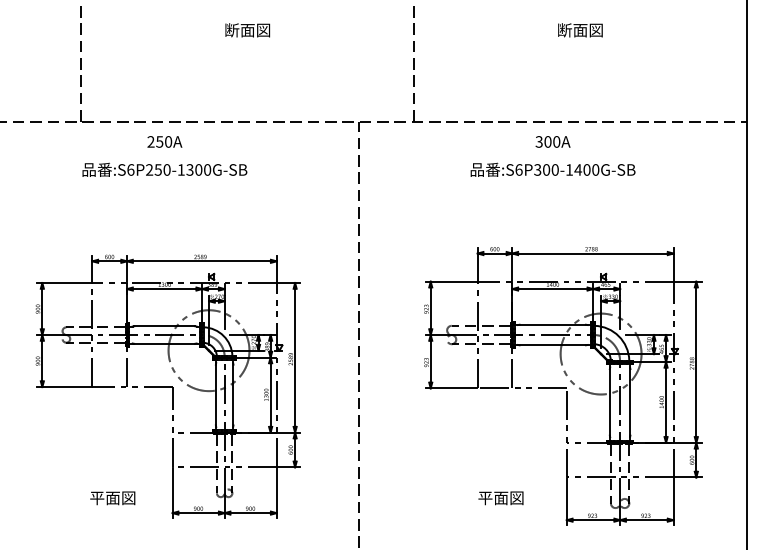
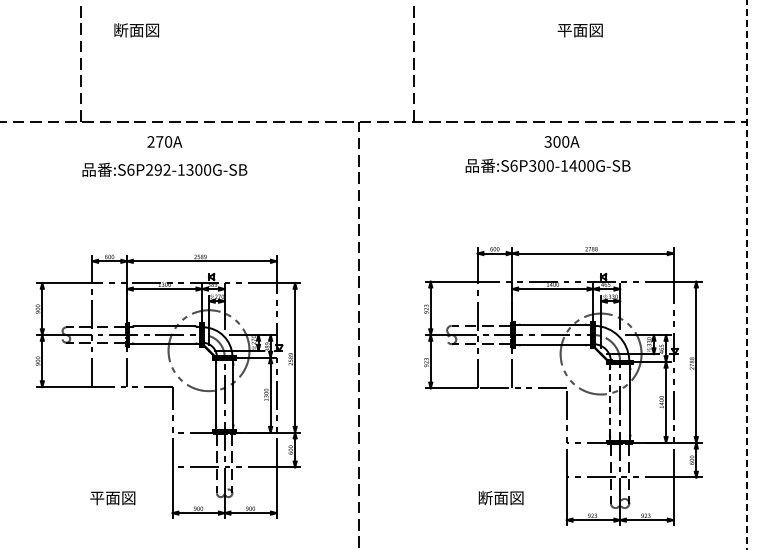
text at (247, 30) position: (247, 30) -> (136, 30)
text at (564, 30): 断面図 -> 平面図
text at (159, 141): 250A -> 270A
text at (552, 141) position: (552, 141) -> (561, 141)
text at (162, 169): :S6P250-1300G-SB -> :S6P292-1300G-SB
text at (552, 169) position: (552, 169) -> (547, 165)
line at (746, 274): solid -> dashed
line at (609, 401): solid -> dashed
text at (485, 497): 平面図 -> 断面図
